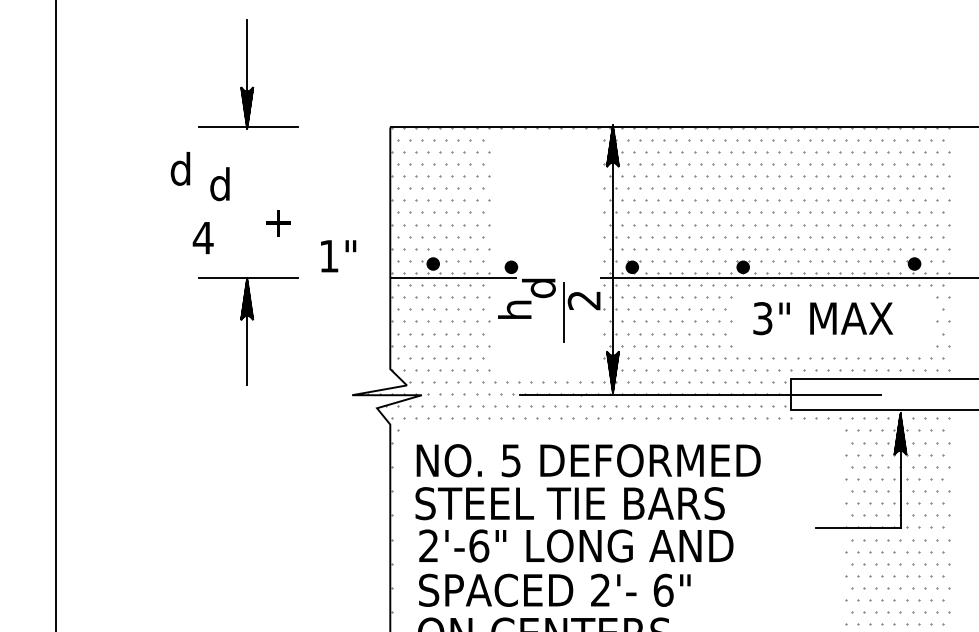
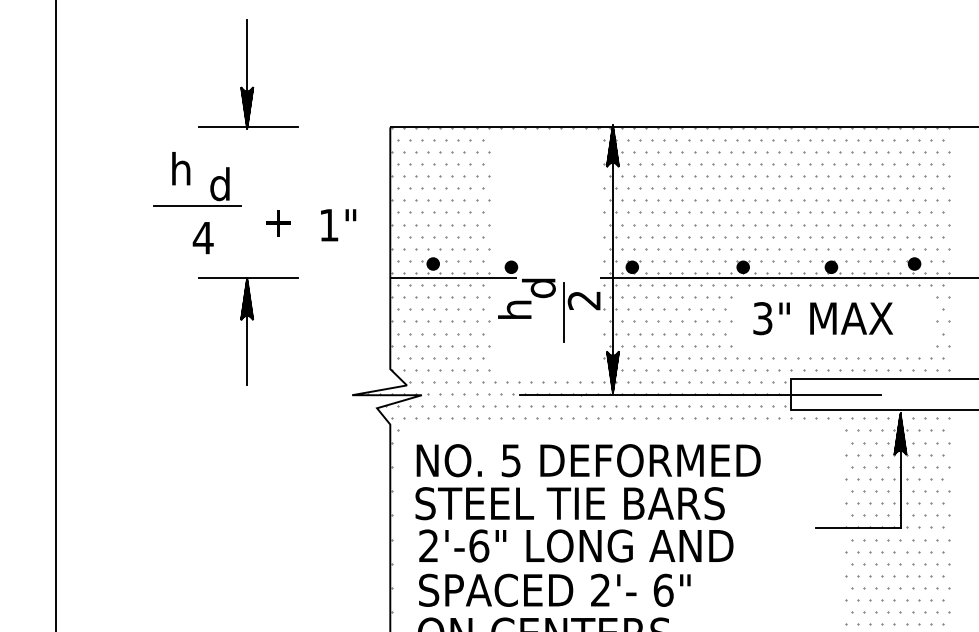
text at (180, 168): d -> h
line at (197, 206): none -> present
text at (338, 256) position: (338, 256) -> (338, 225)
fill at (831, 267): none -> present
